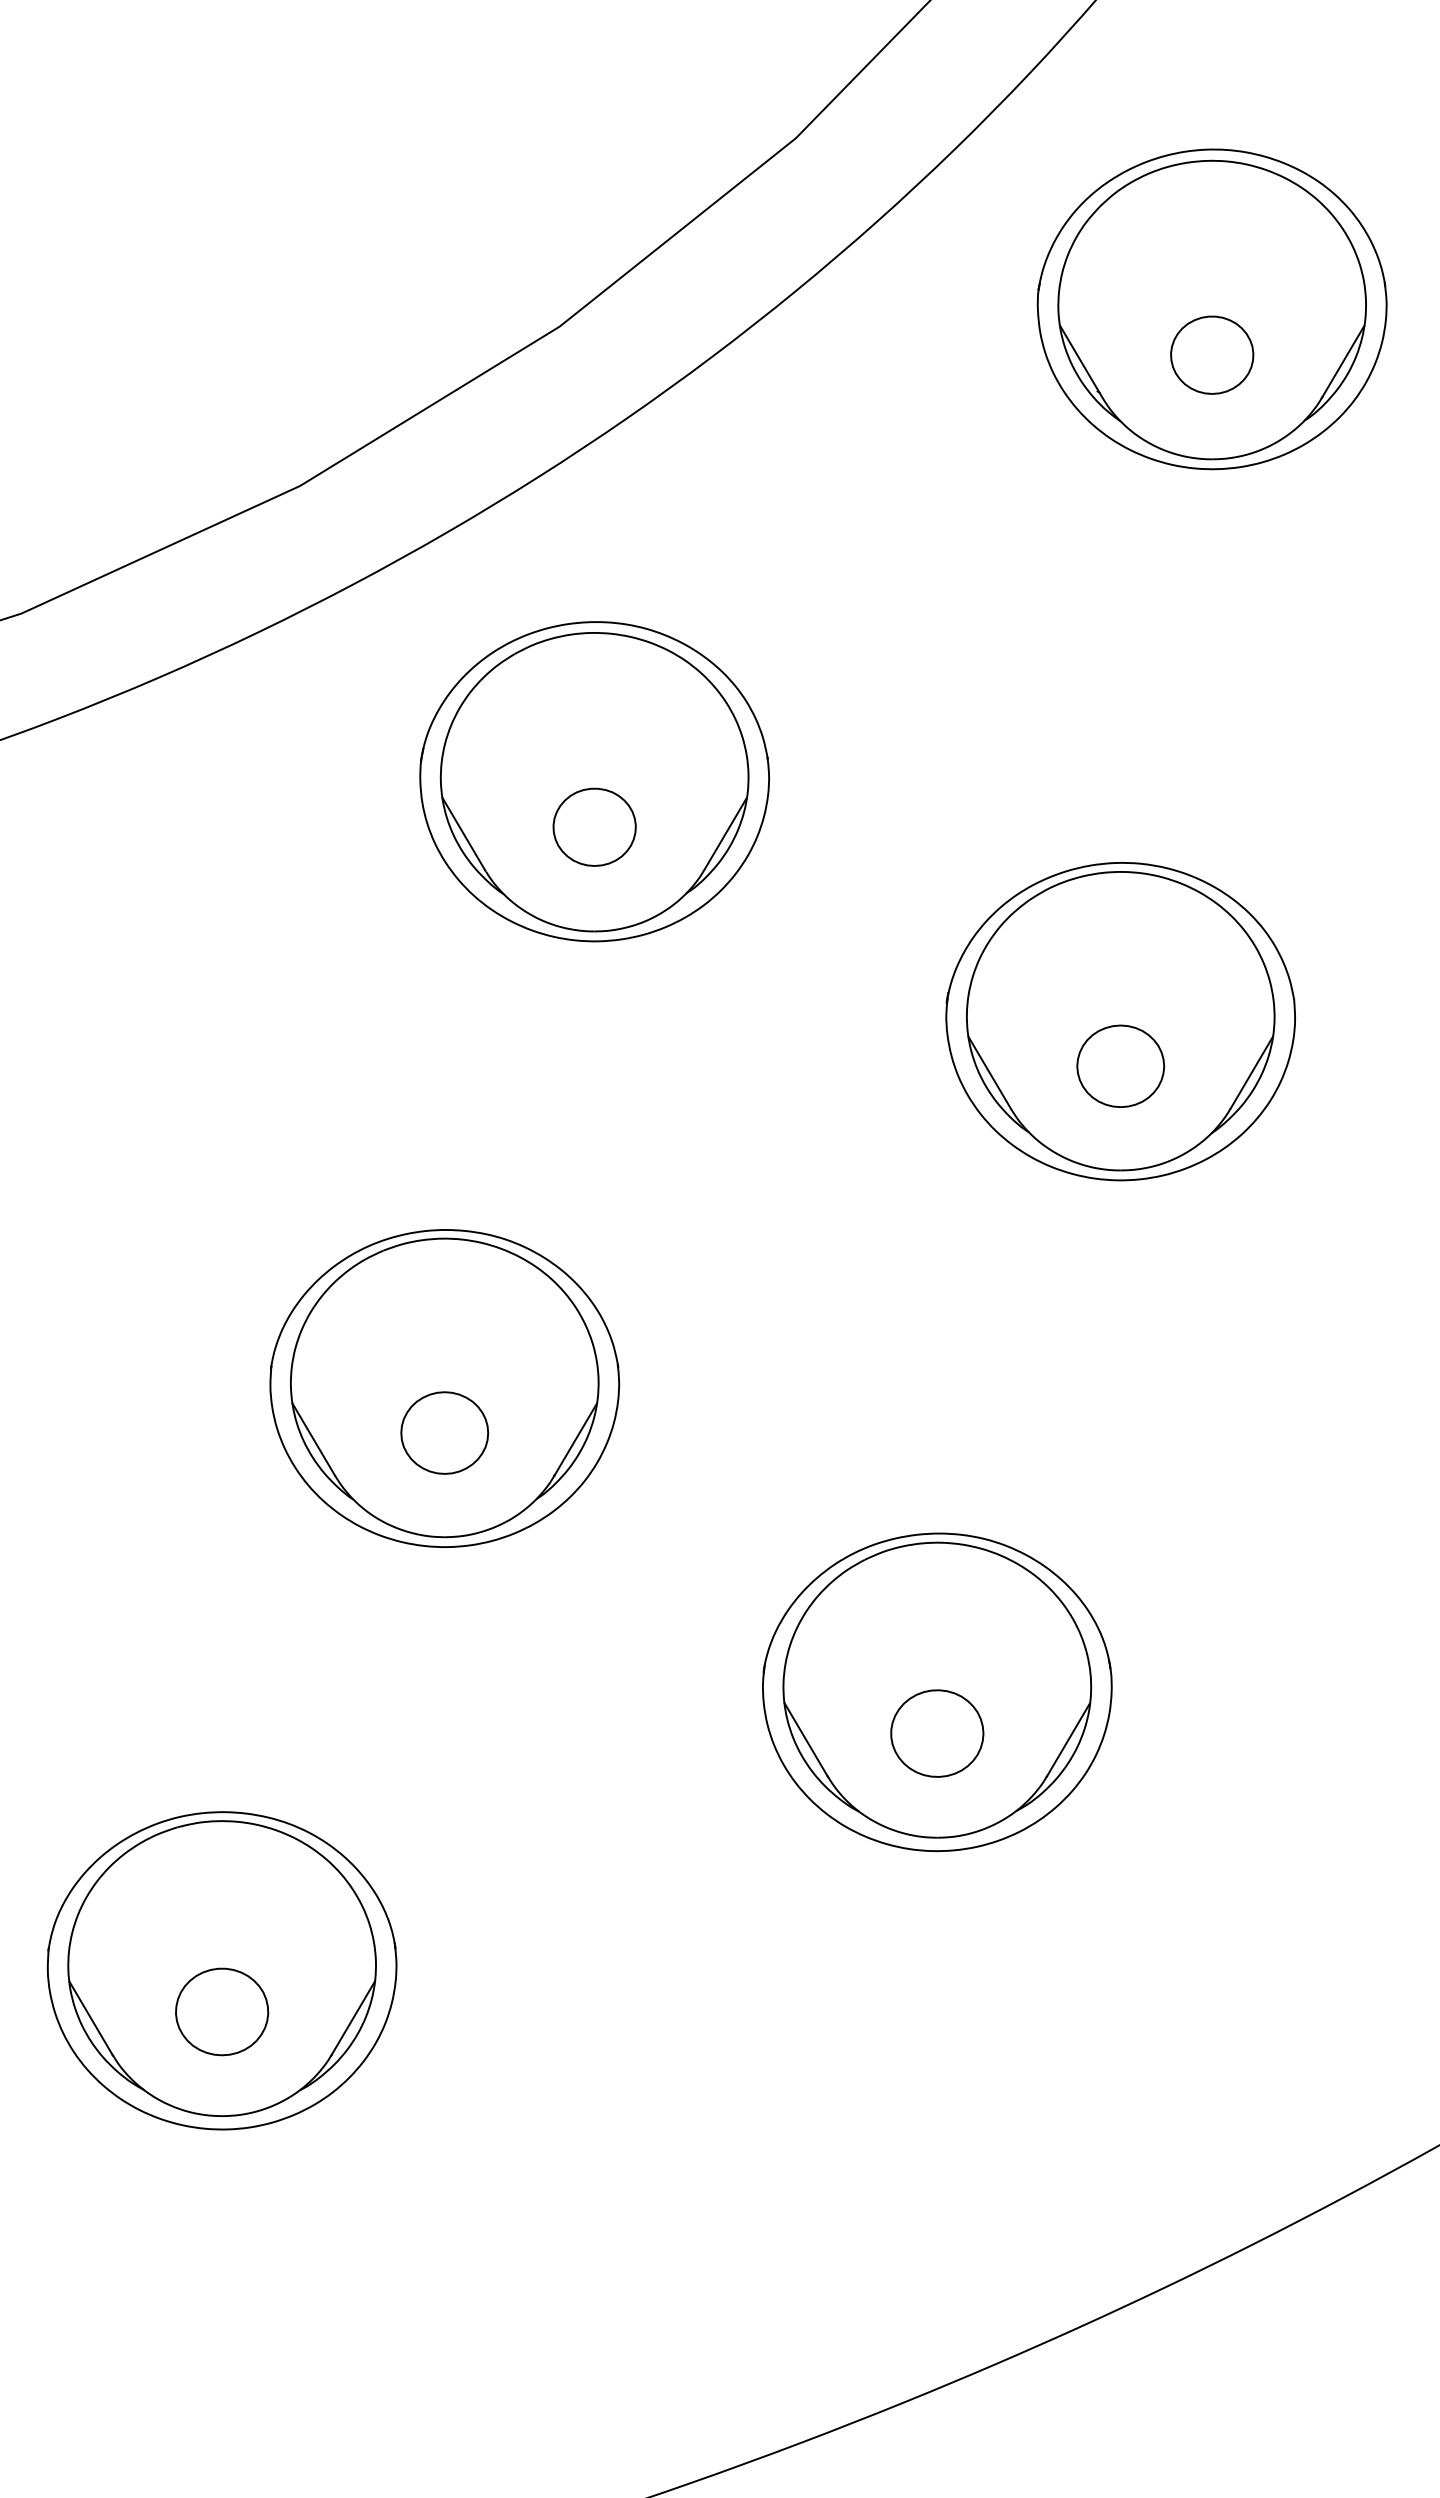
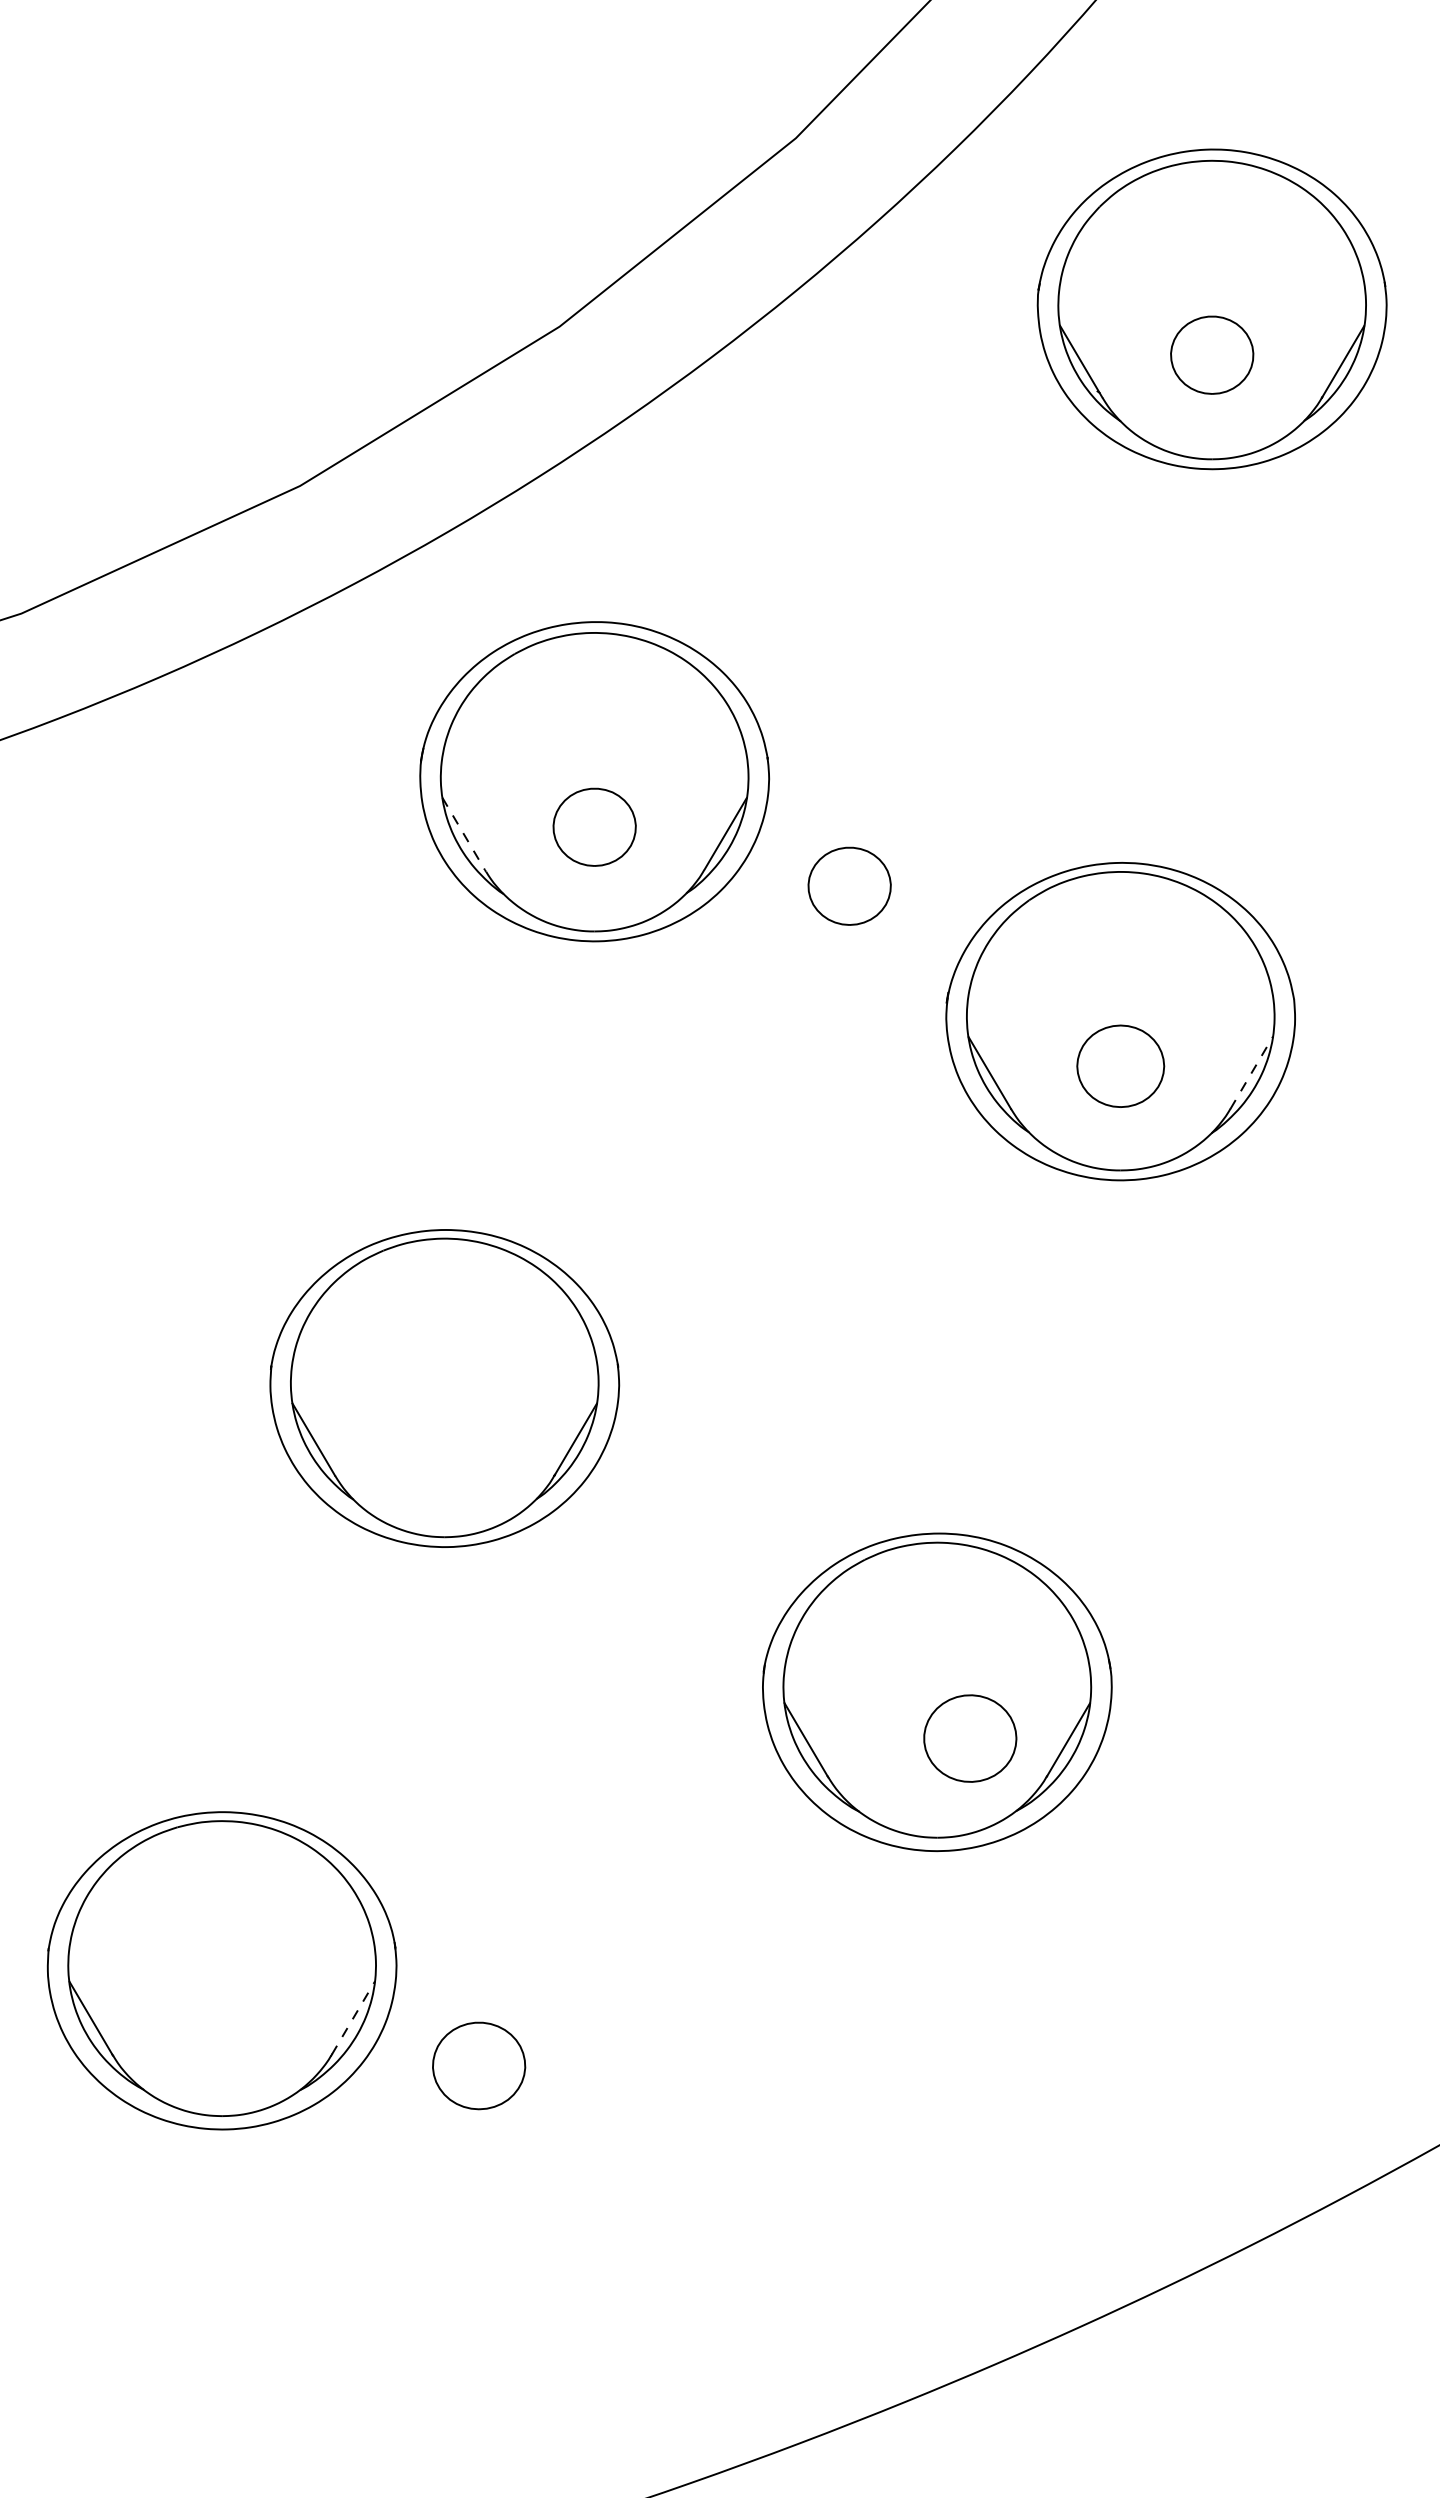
line at (463, 833): solid -> dashed
part at (849, 885): none -> present
line at (1251, 1072): solid -> dashed
part at (444, 1432): present -> none
part at (937, 1733) position: (937, 1733) -> (970, 1738)
part at (222, 2011) position: (222, 2011) -> (479, 2065)
line at (353, 2017): solid -> dashed
